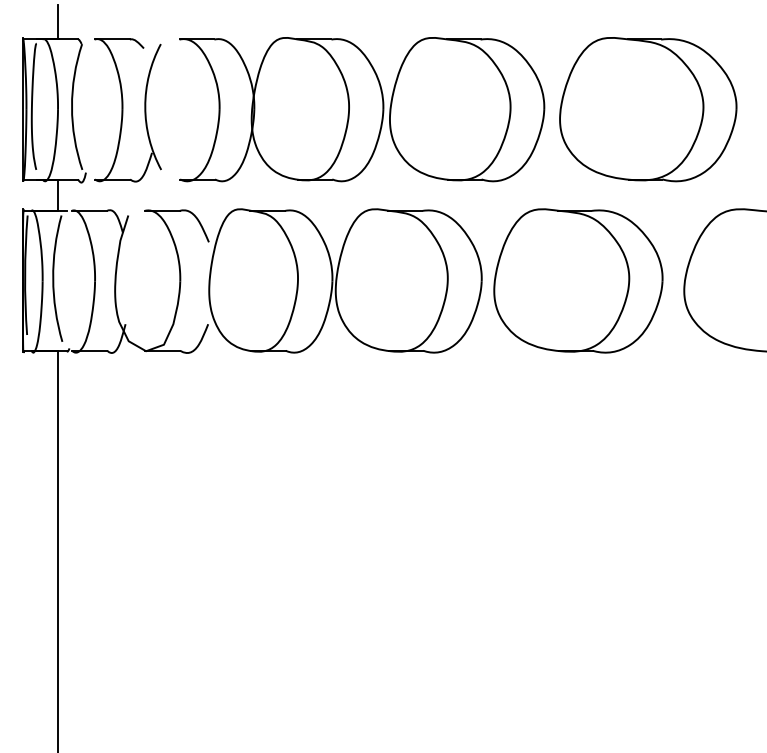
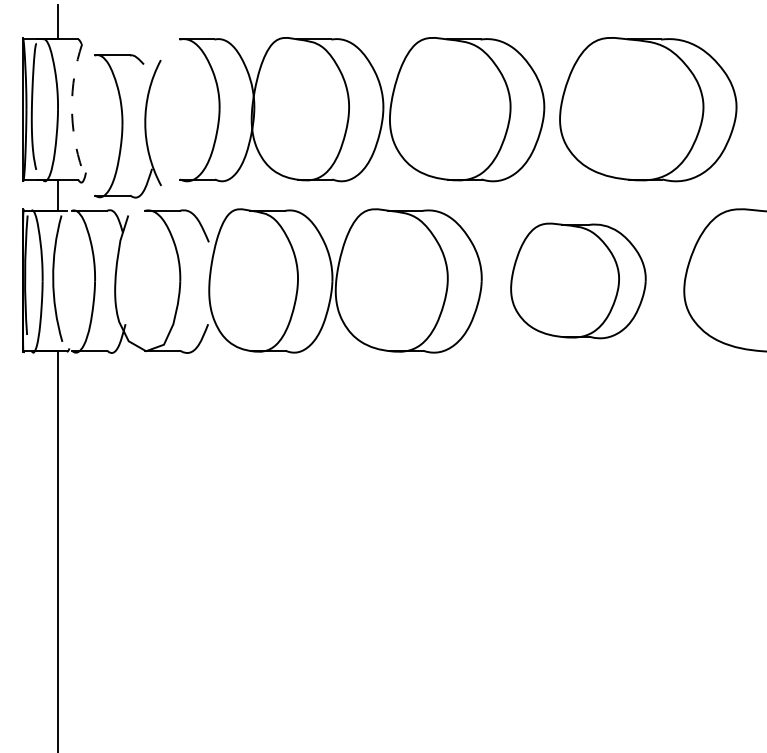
arc at (72, 107): solid -> dashed
part at (127, 110) position: (127, 110) -> (127, 126)
part at (578, 280) size: 171x146 px -> 137x118 px
